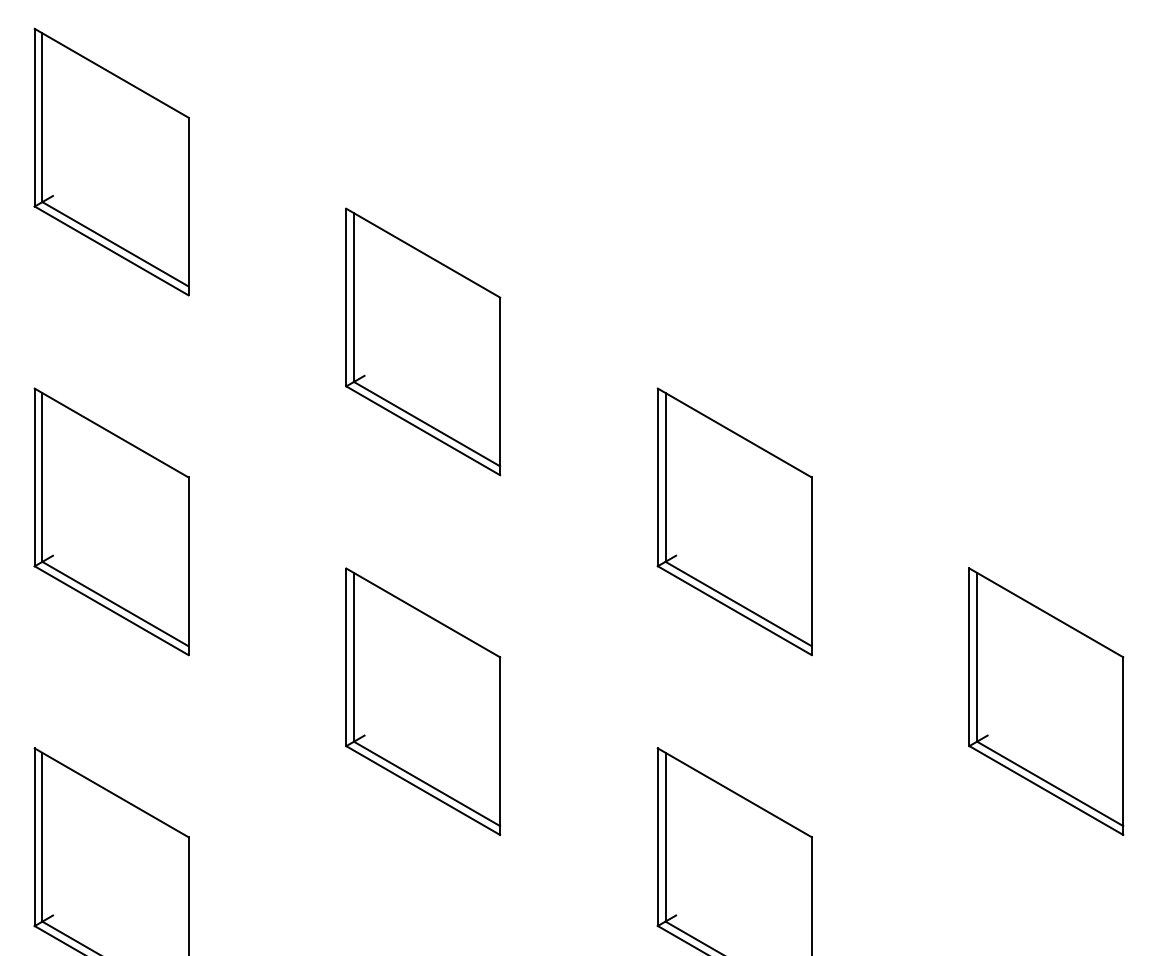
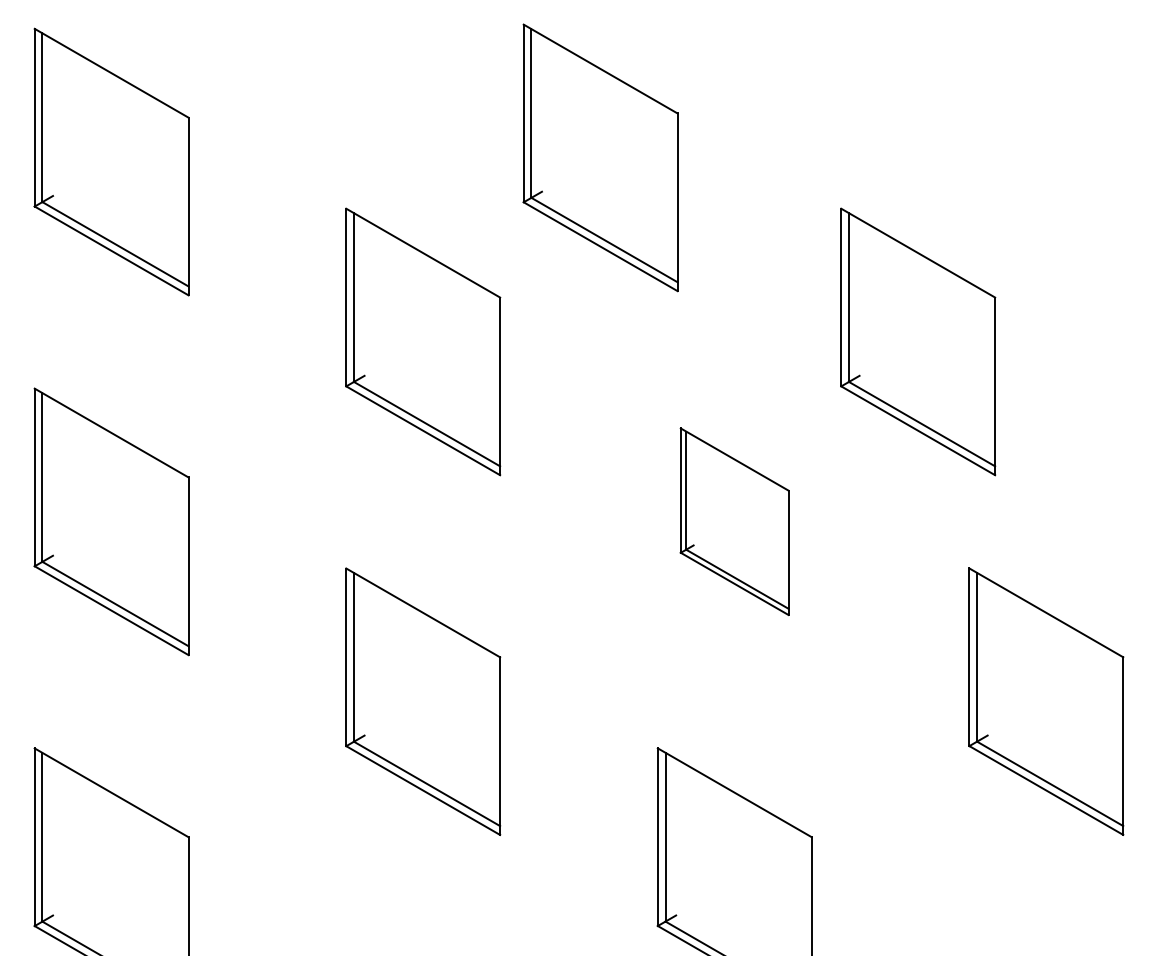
part at (600, 157): none -> present
part at (918, 341): none -> present
part at (734, 521) size: 157x269 px -> 111x189 px
